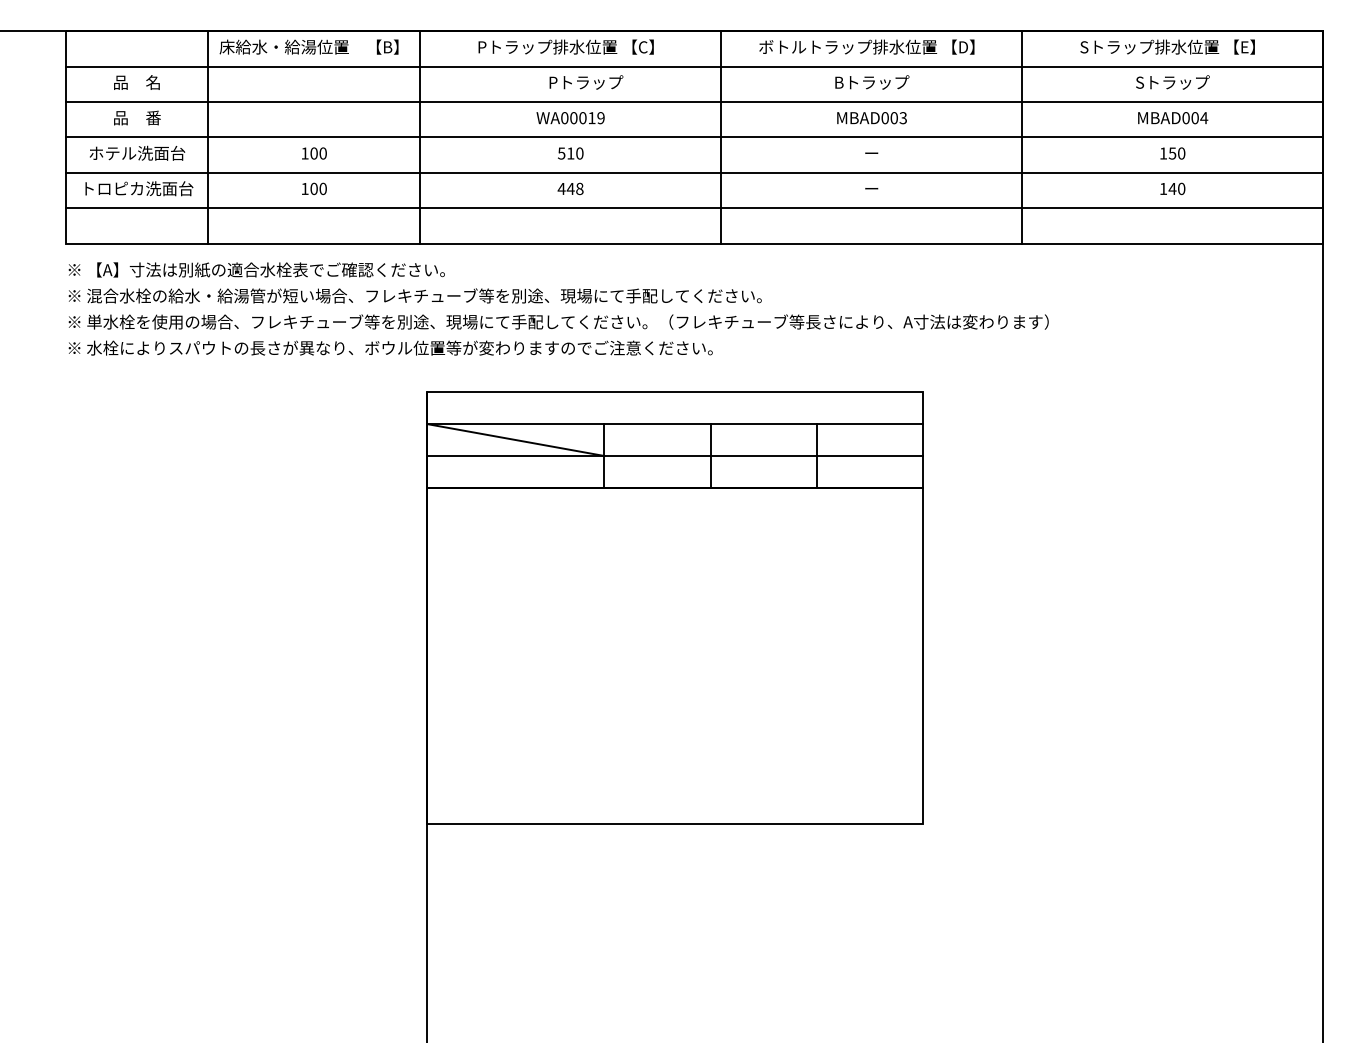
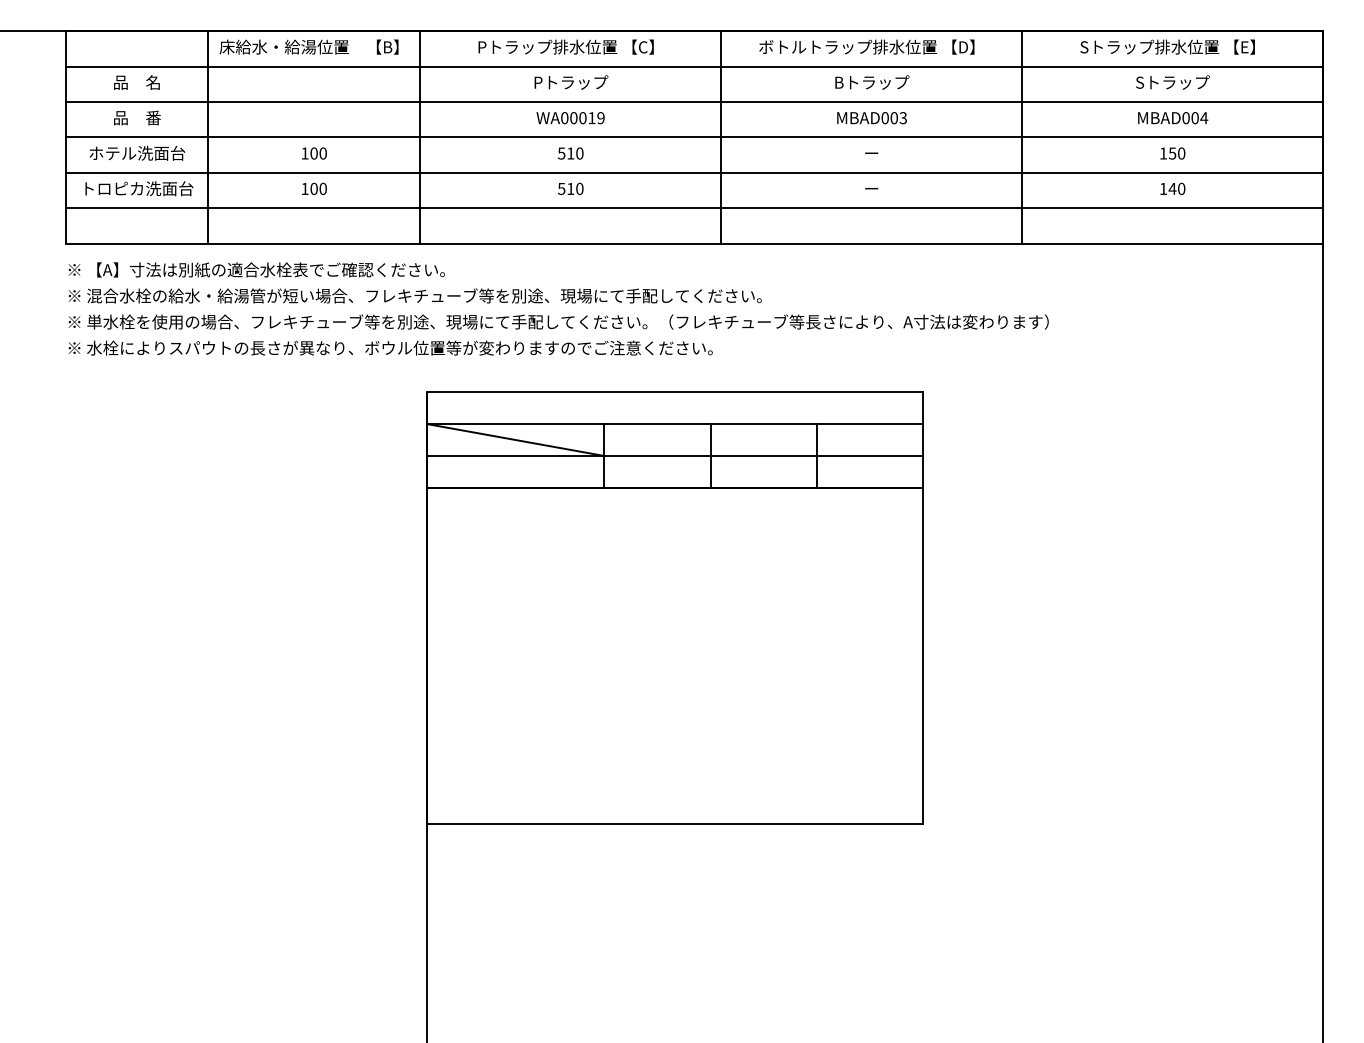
text at (586, 82) position: (586, 82) -> (571, 82)
text at (570, 189): 448 -> 510
